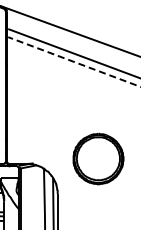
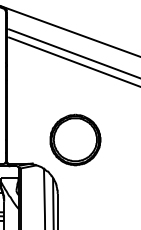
line at (74, 62): dashed -> solid
part at (98, 158) position: (98, 158) -> (75, 139)
